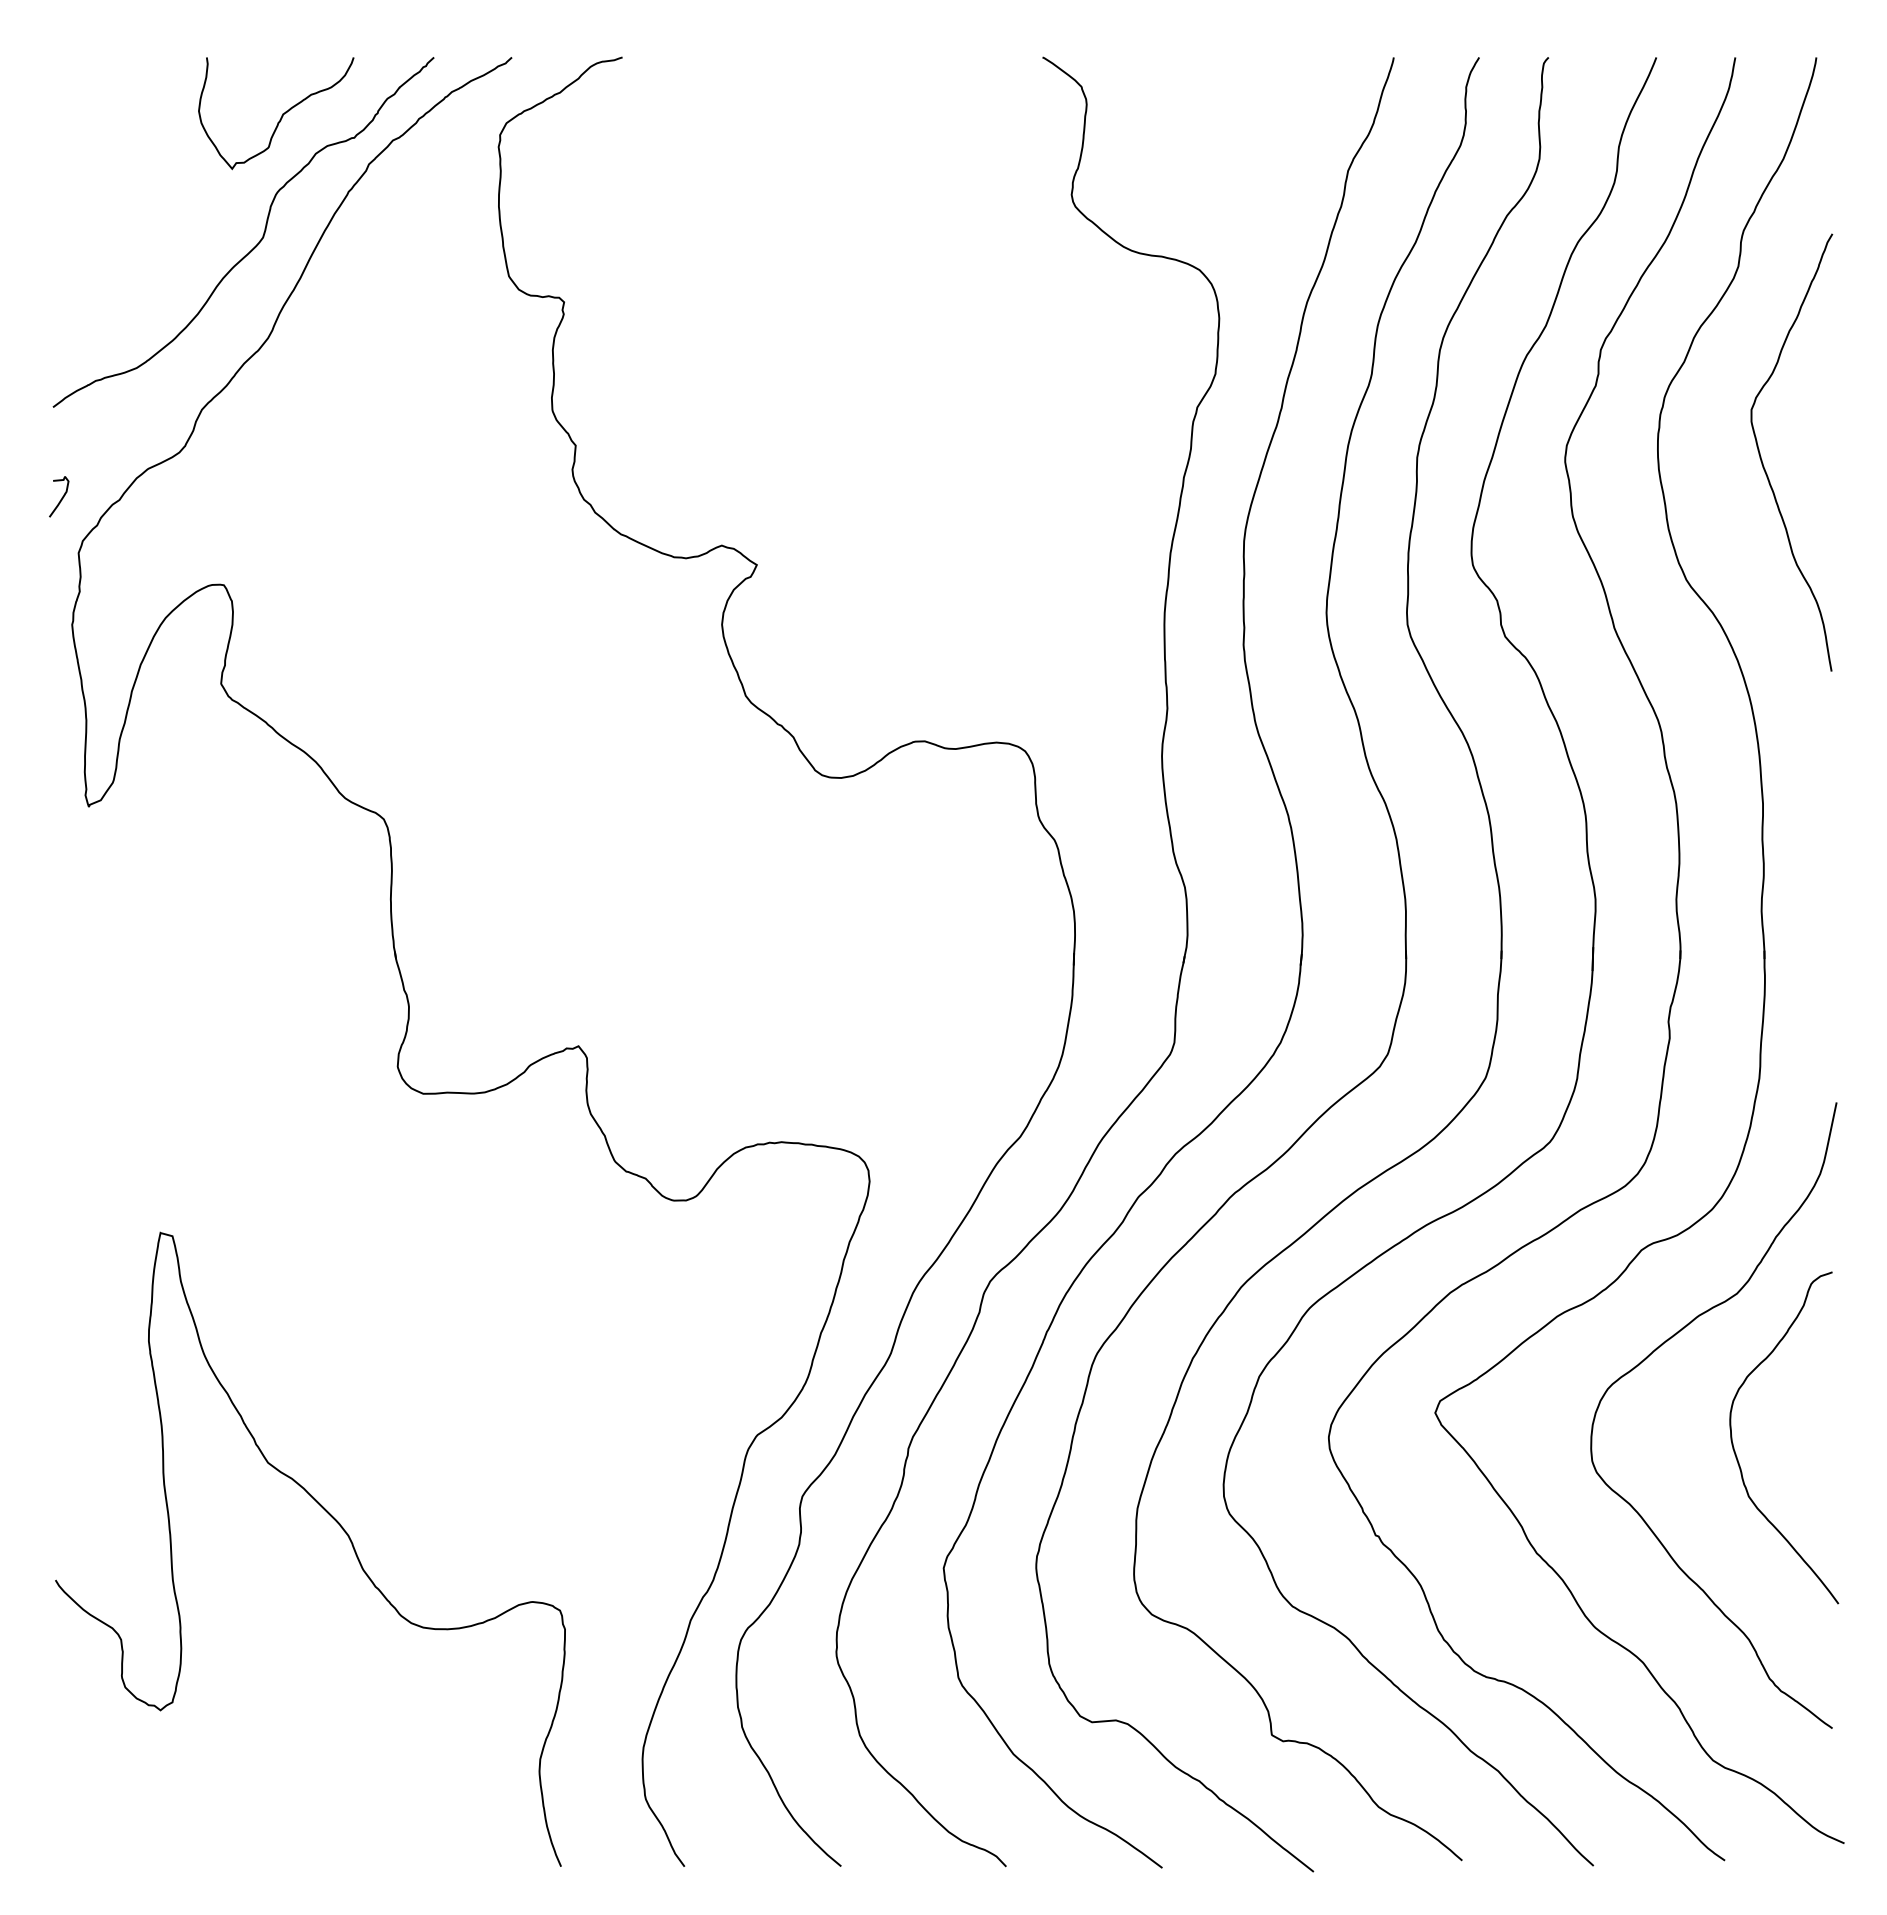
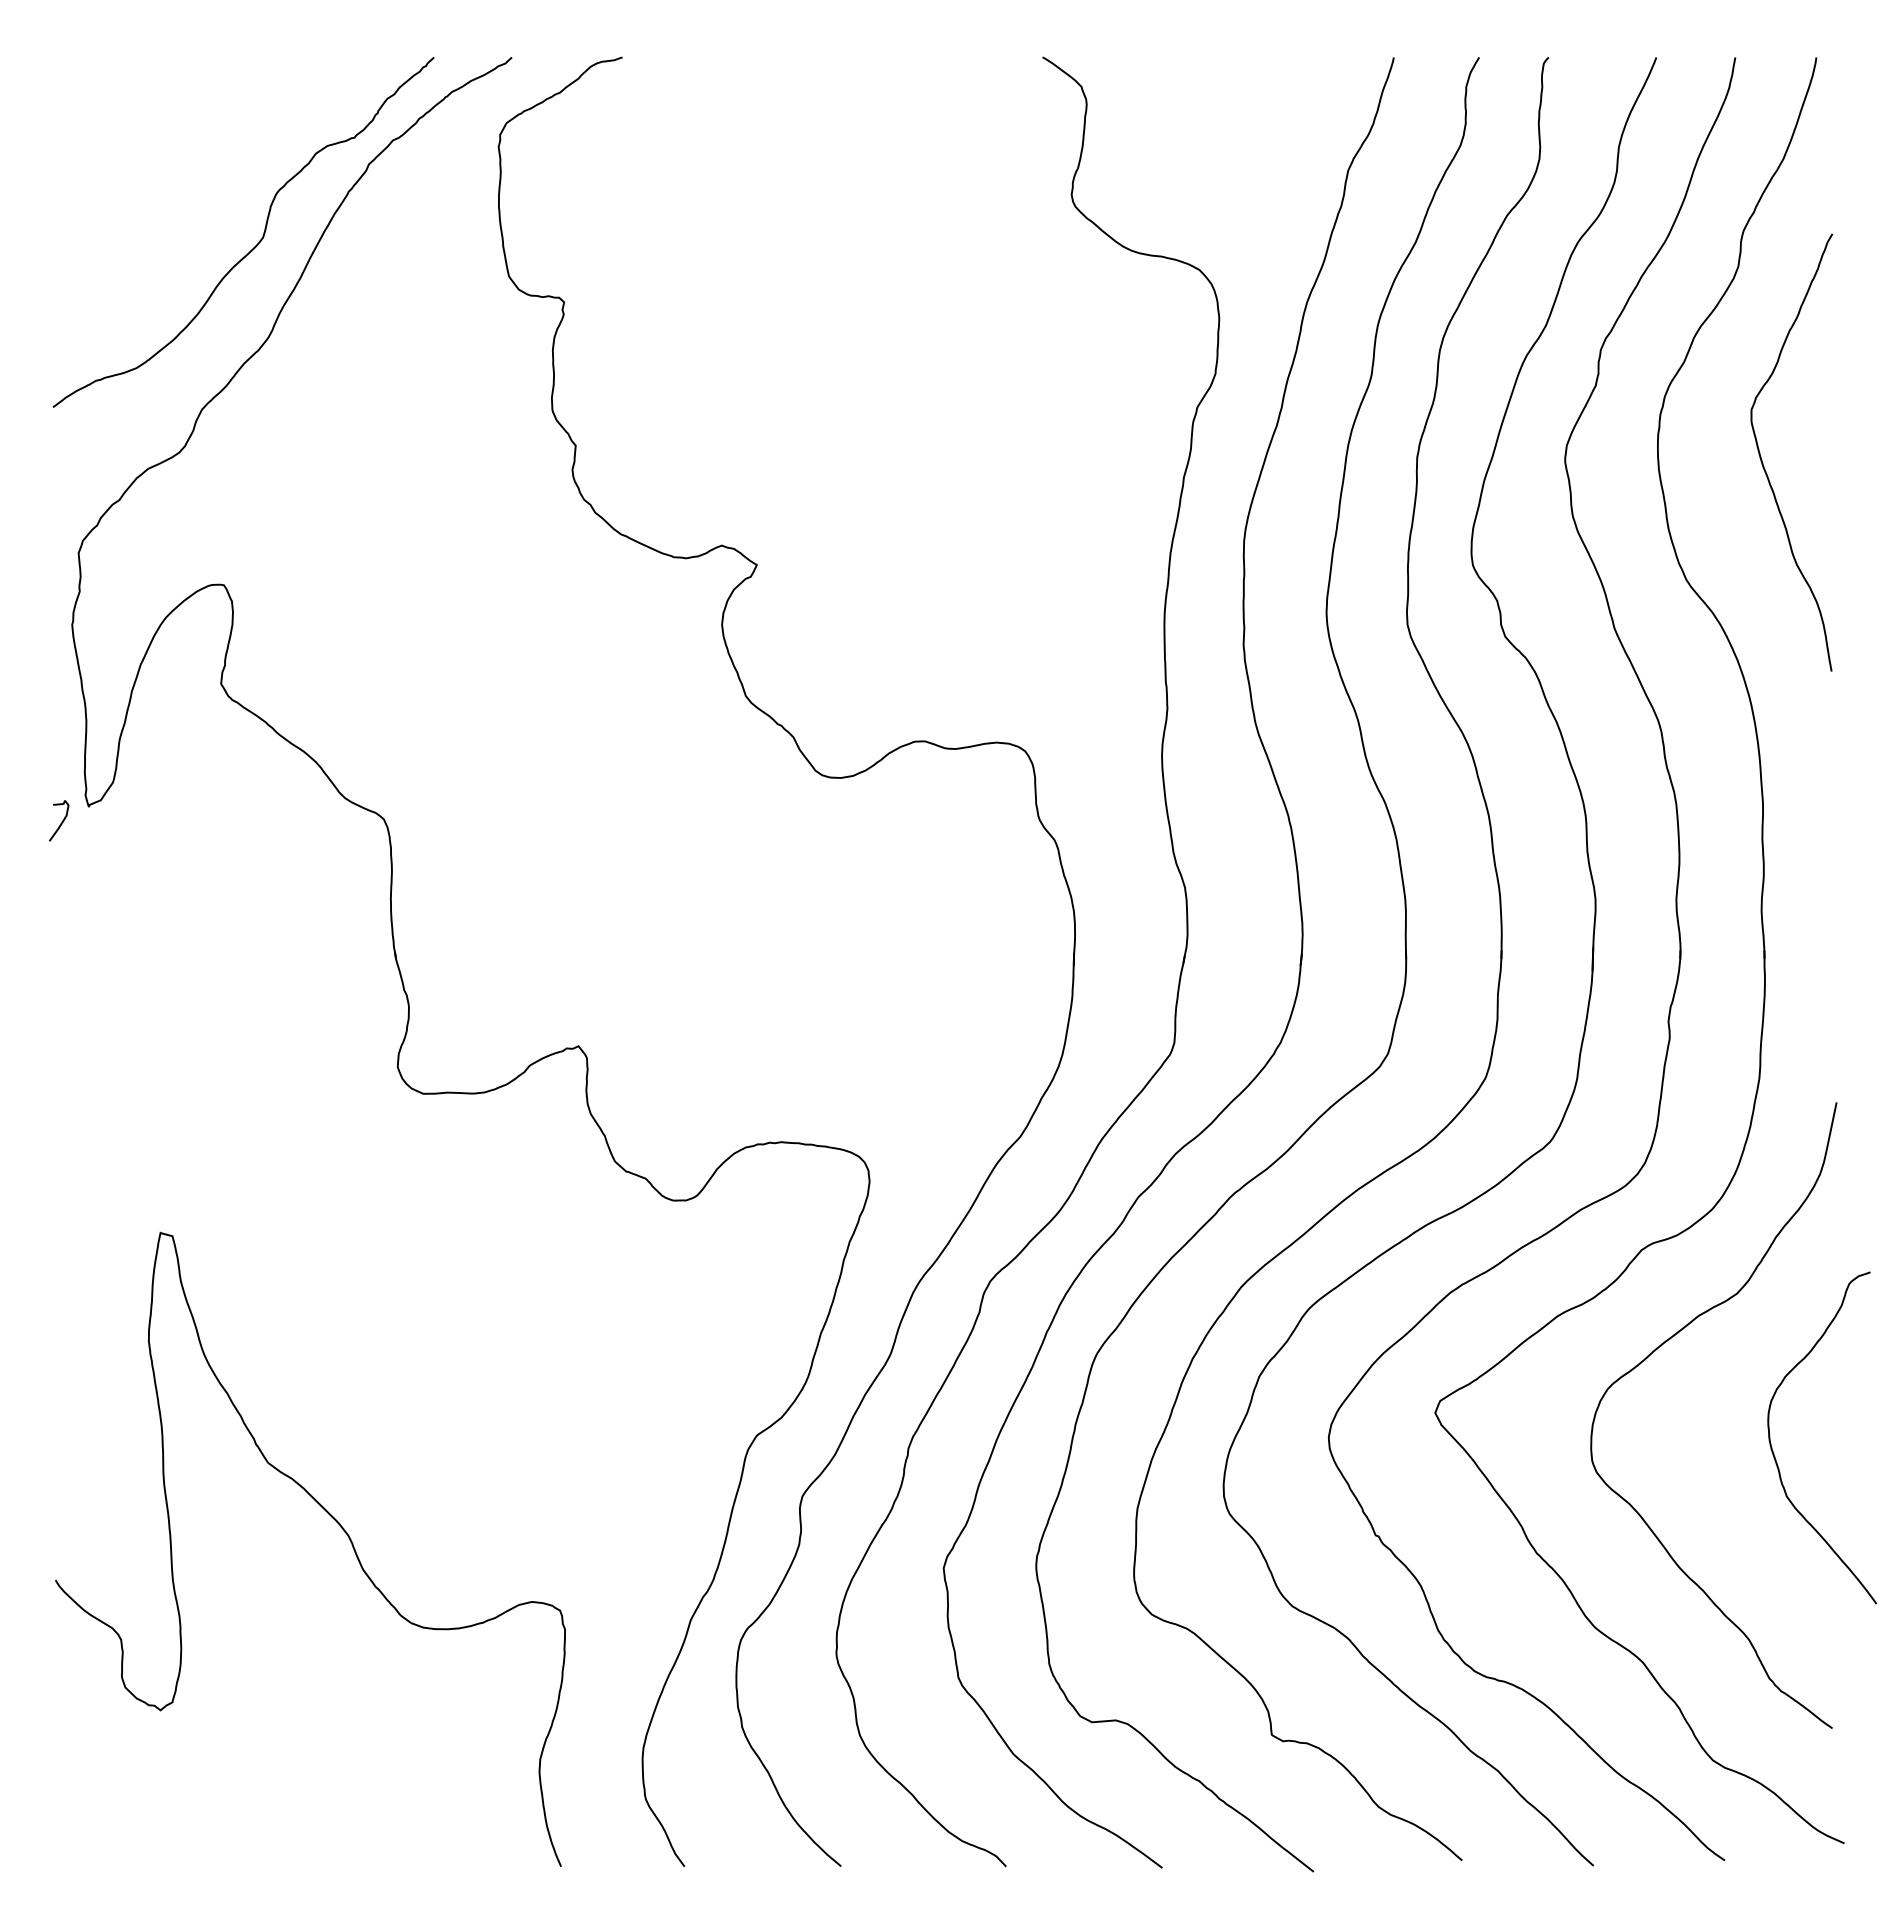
curve at (281, 115): present -> none
curve at (61, 497) position: (61, 497) -> (61, 821)
curve at (1736, 1453) position: (1736, 1453) -> (1774, 1453)
